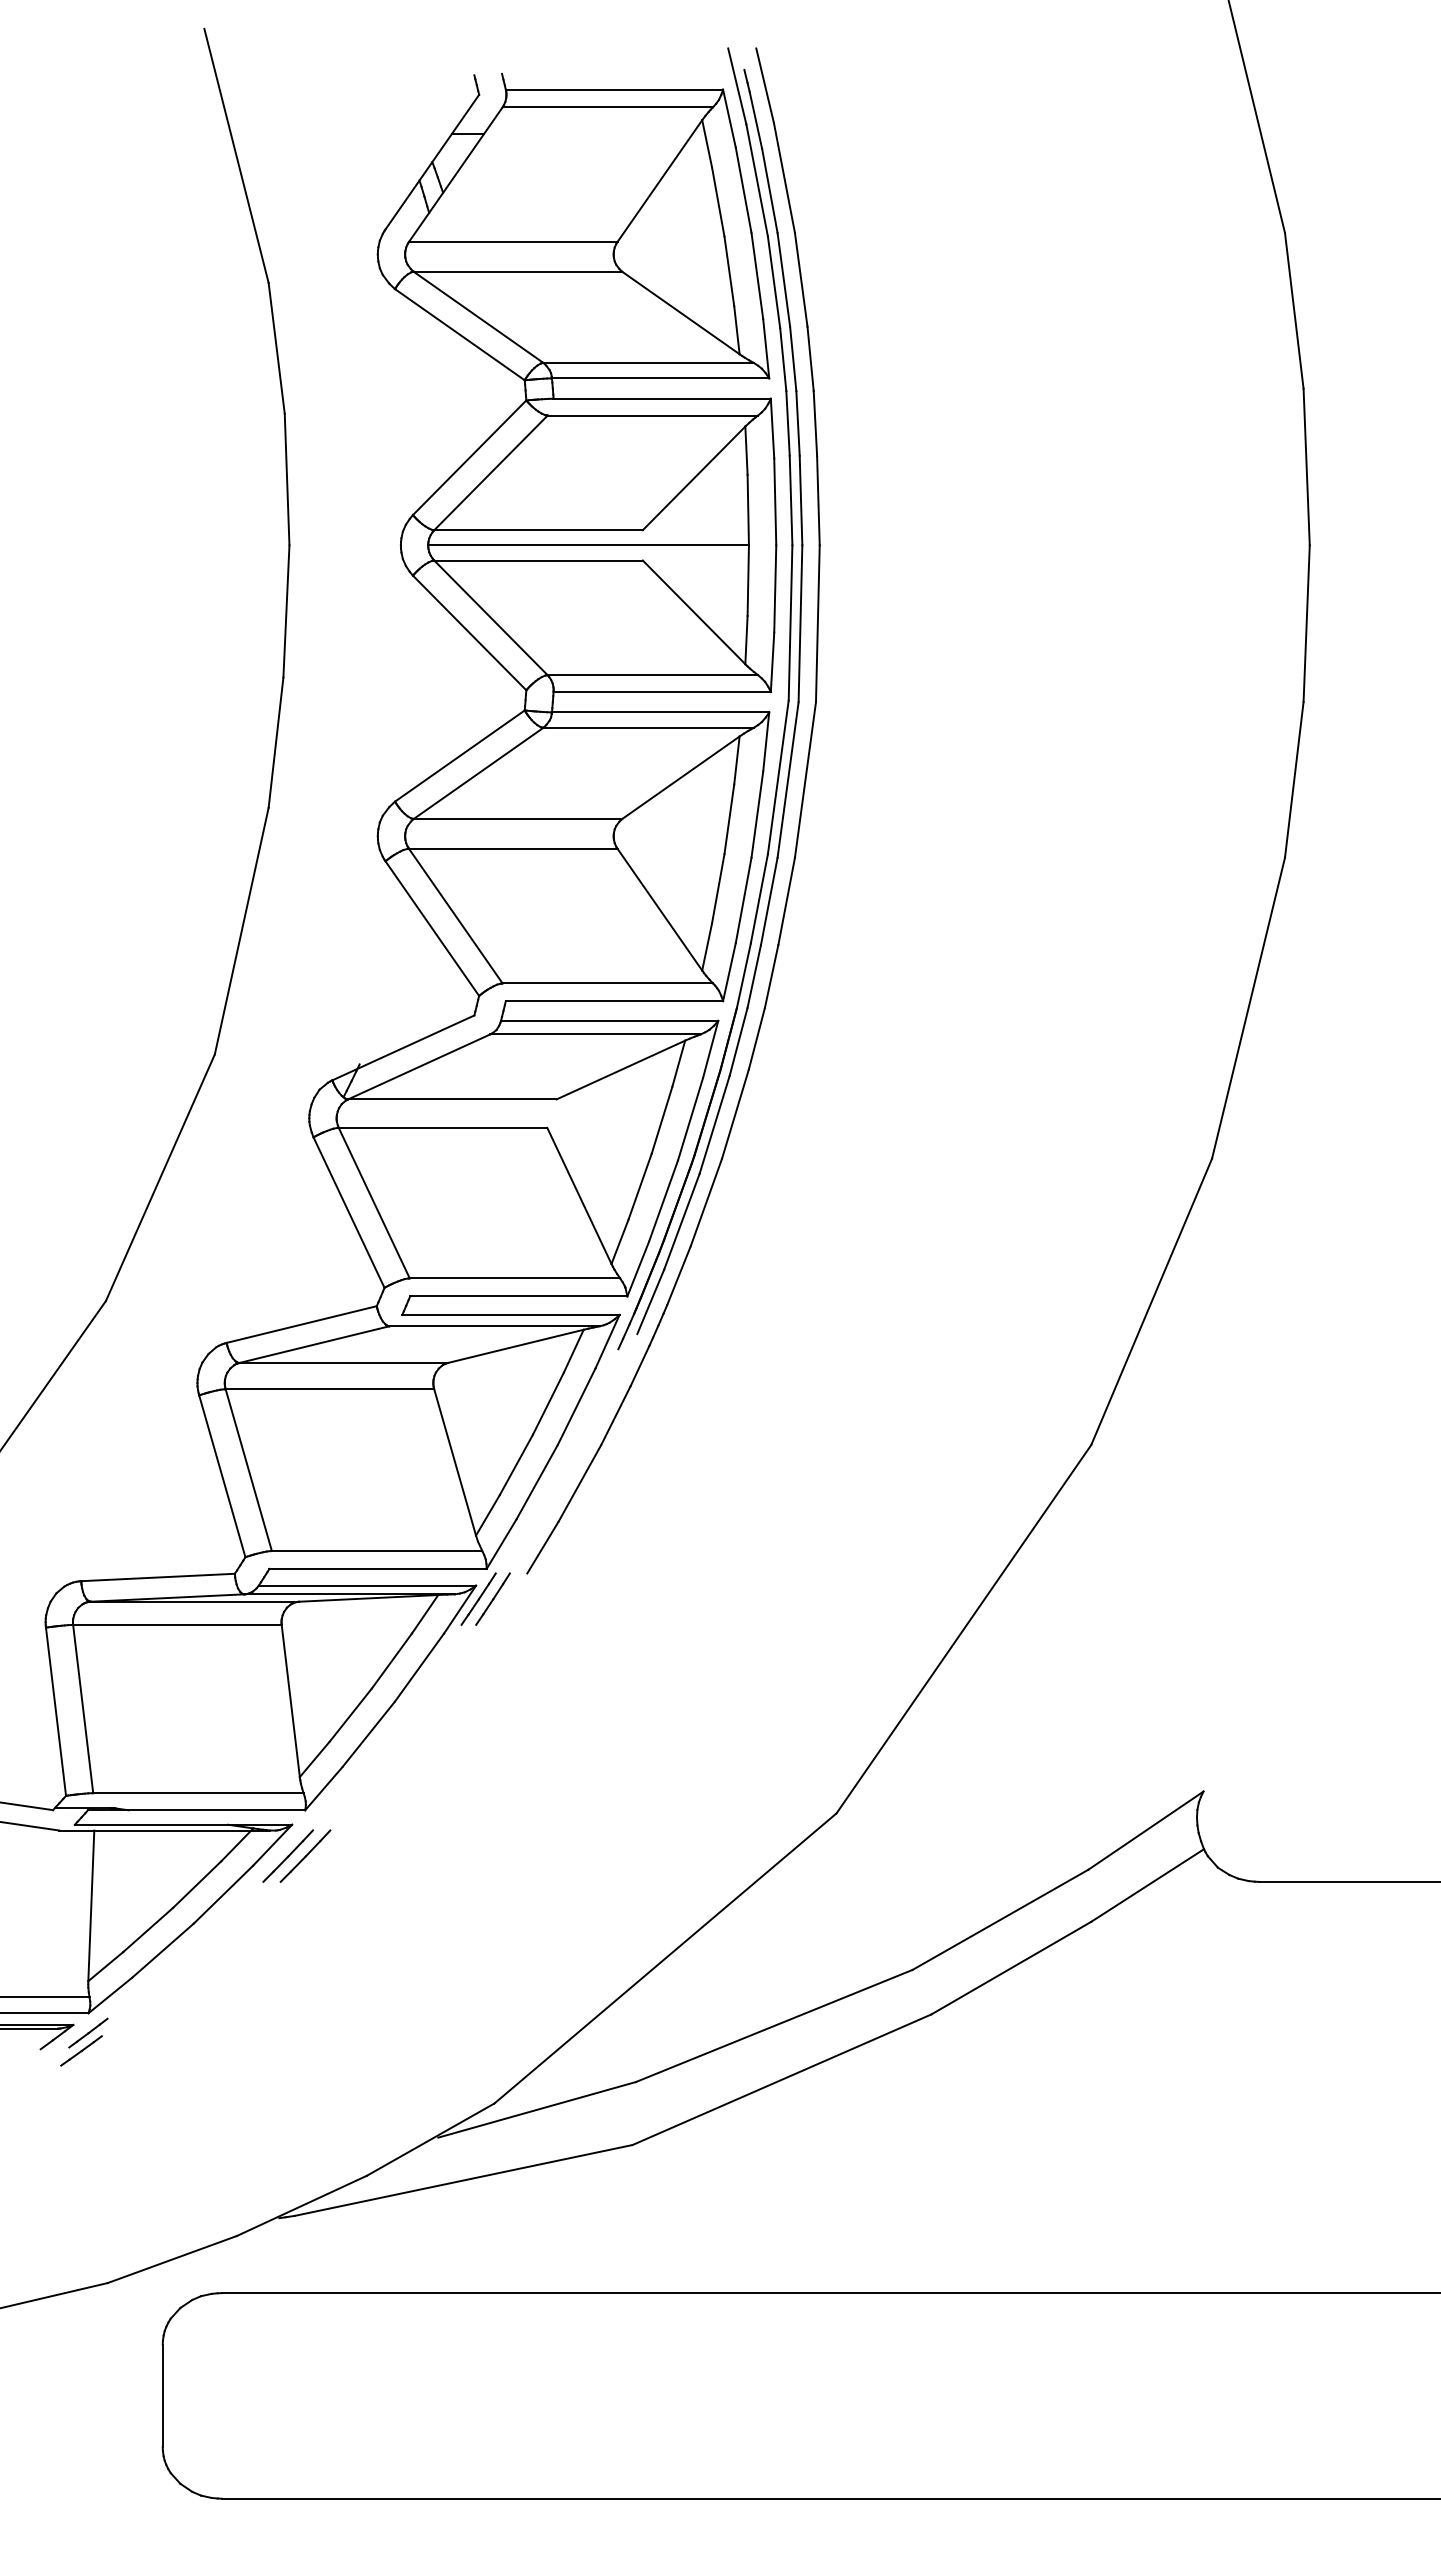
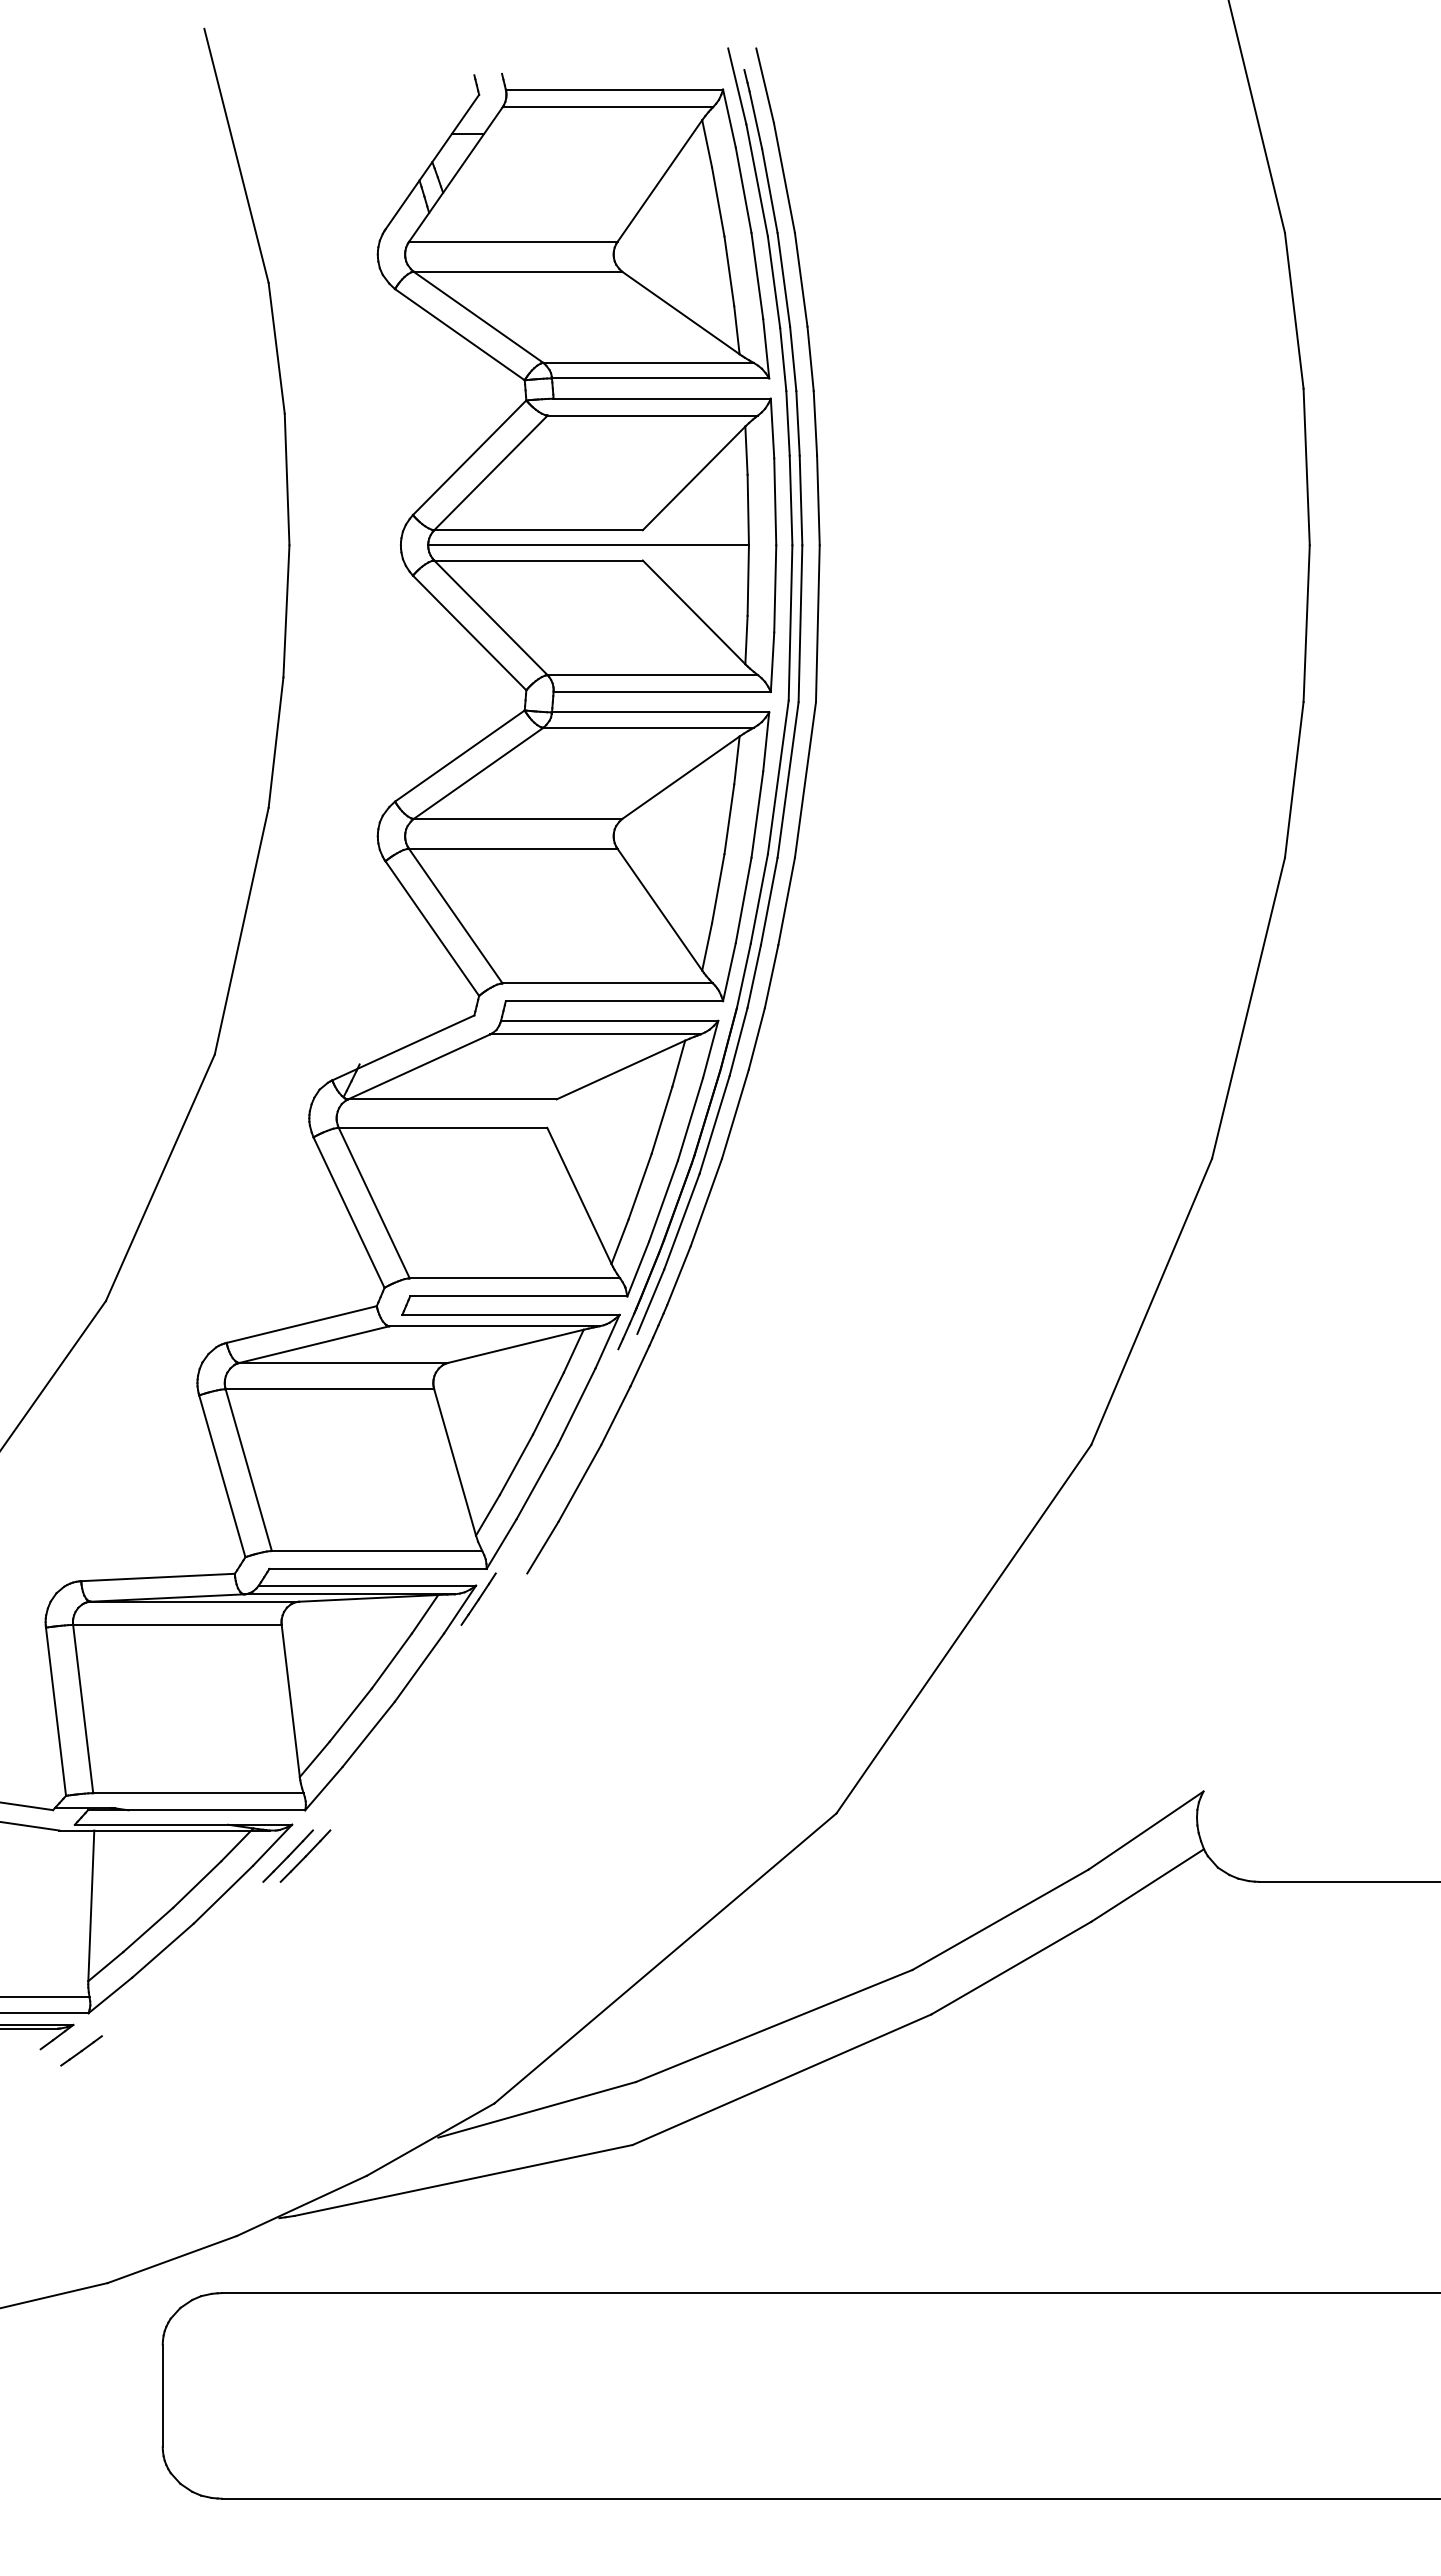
line at (492, 1598): present -> none
line at (88, 2032): present -> none
